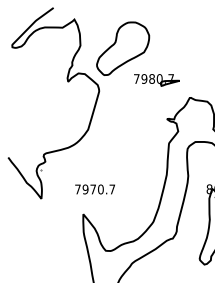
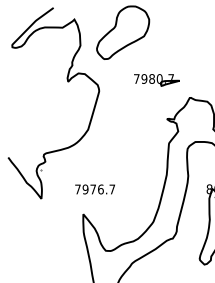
part at (123, 48) position: (123, 48) -> (123, 32)
text at (100, 189): 7970.7 -> 7976.7
